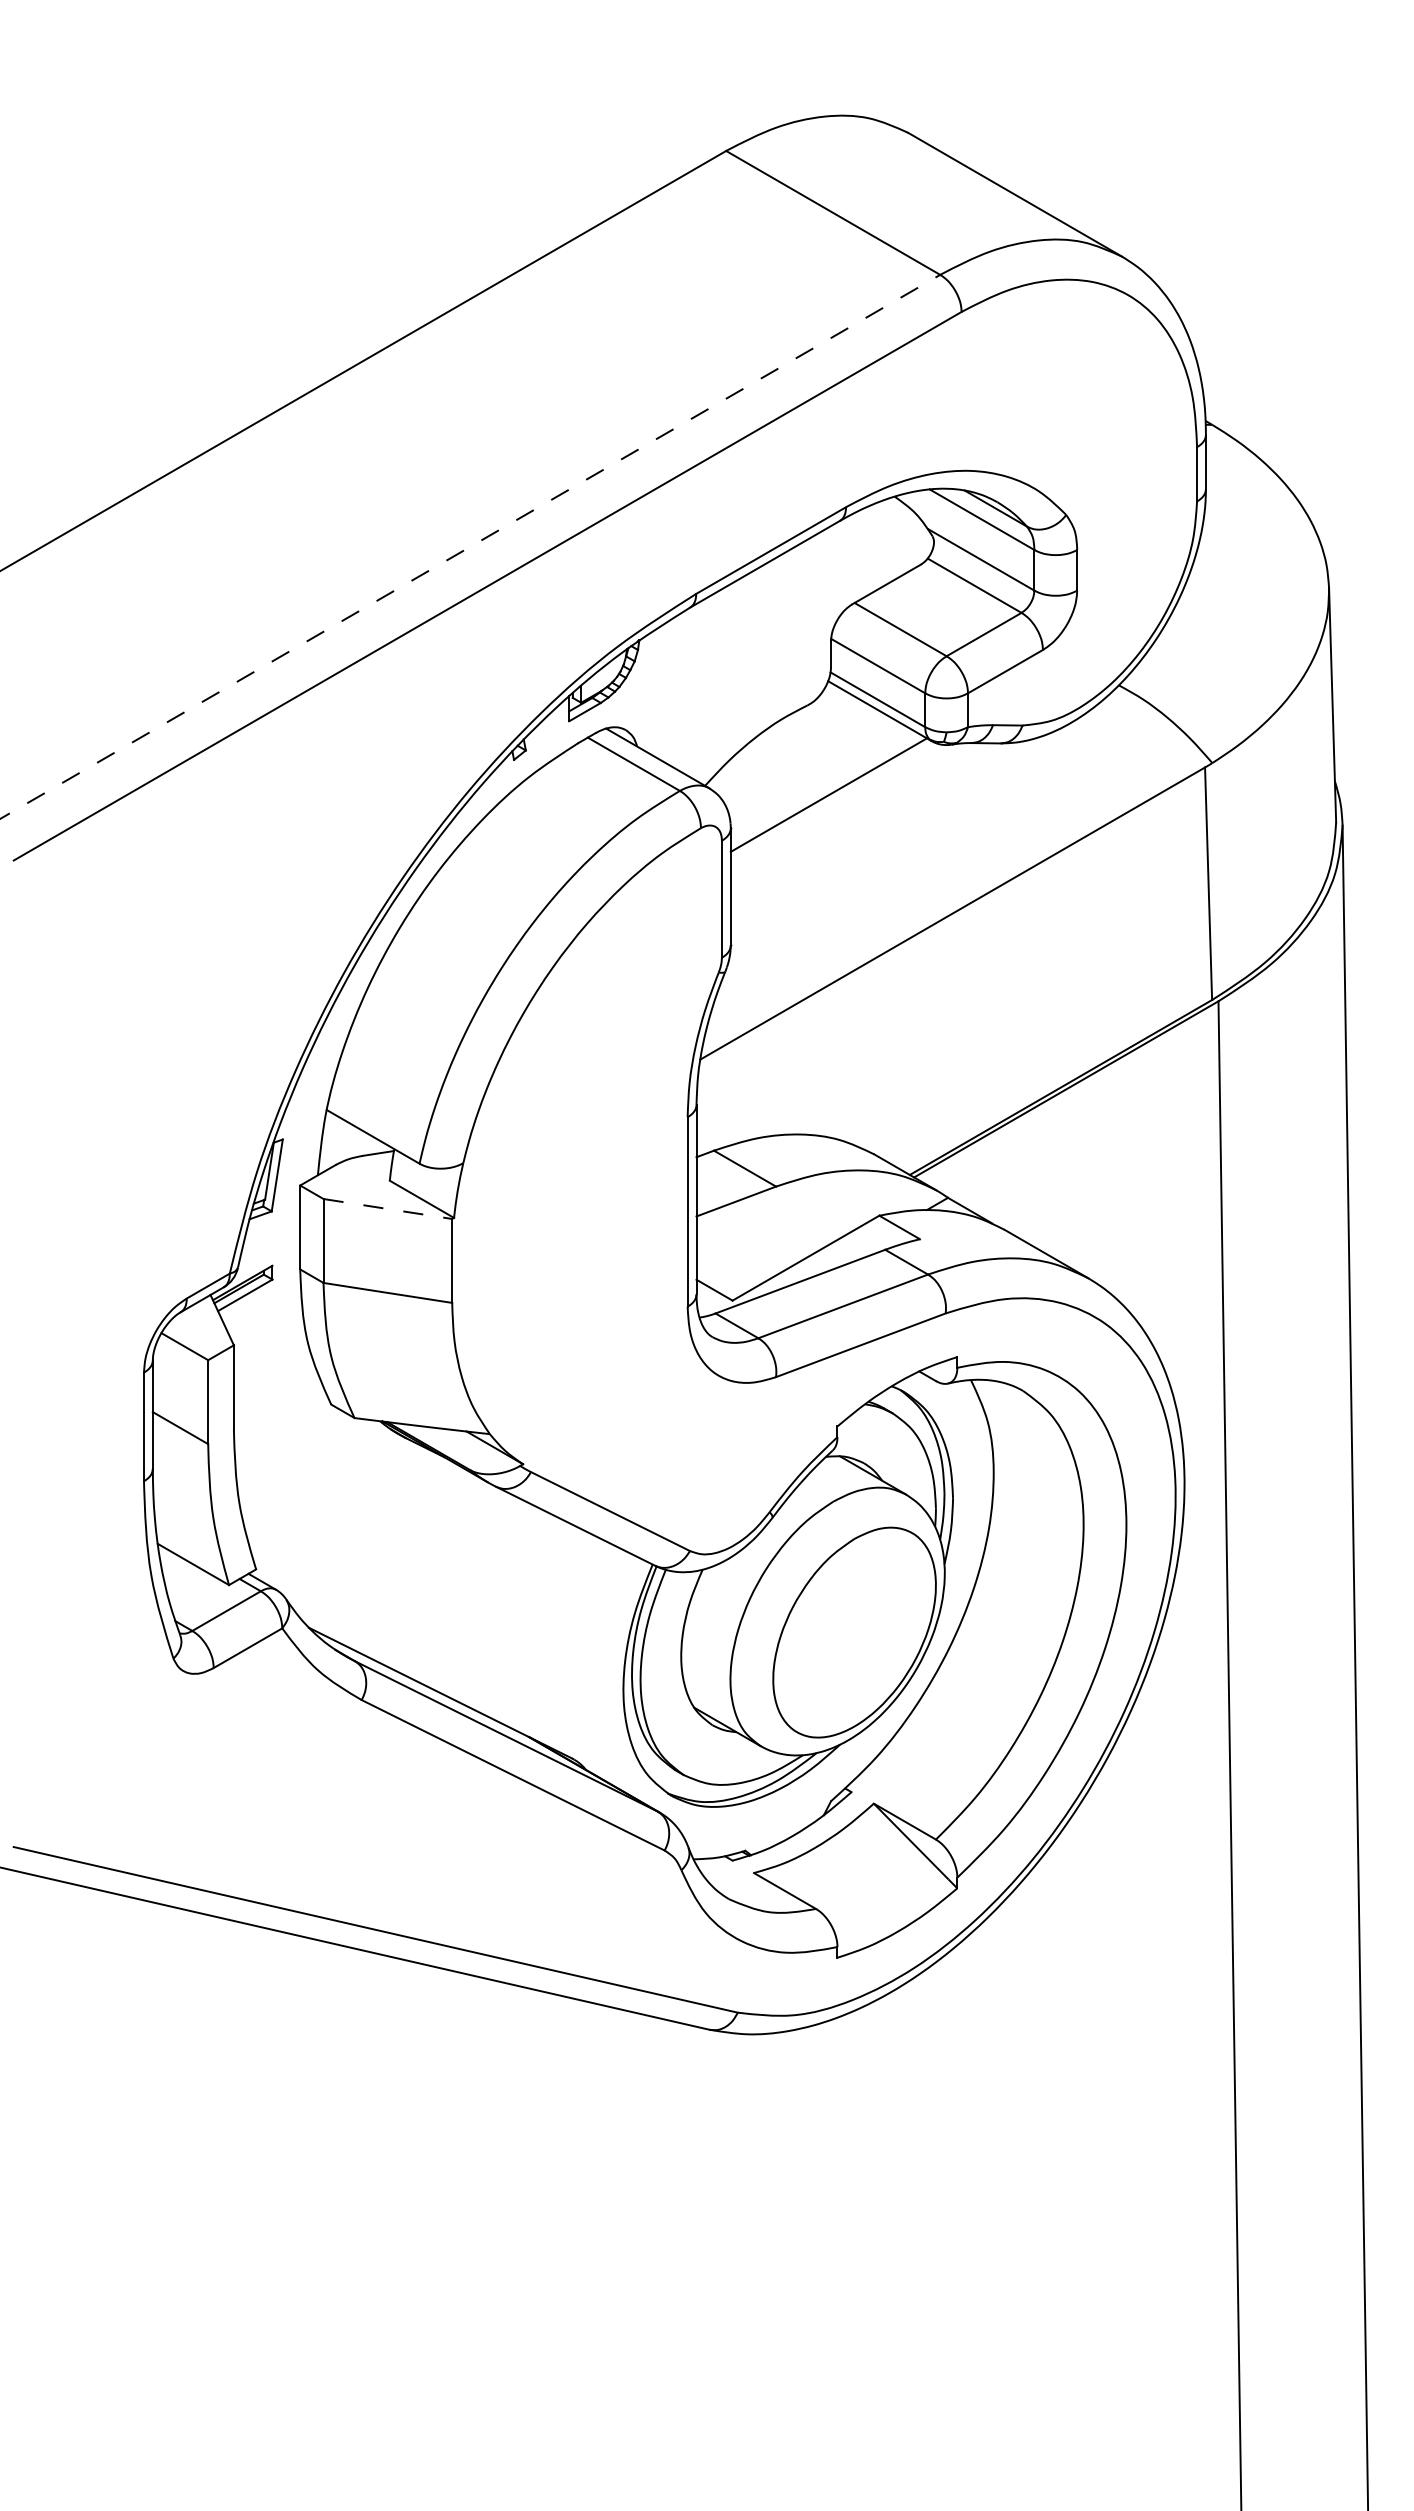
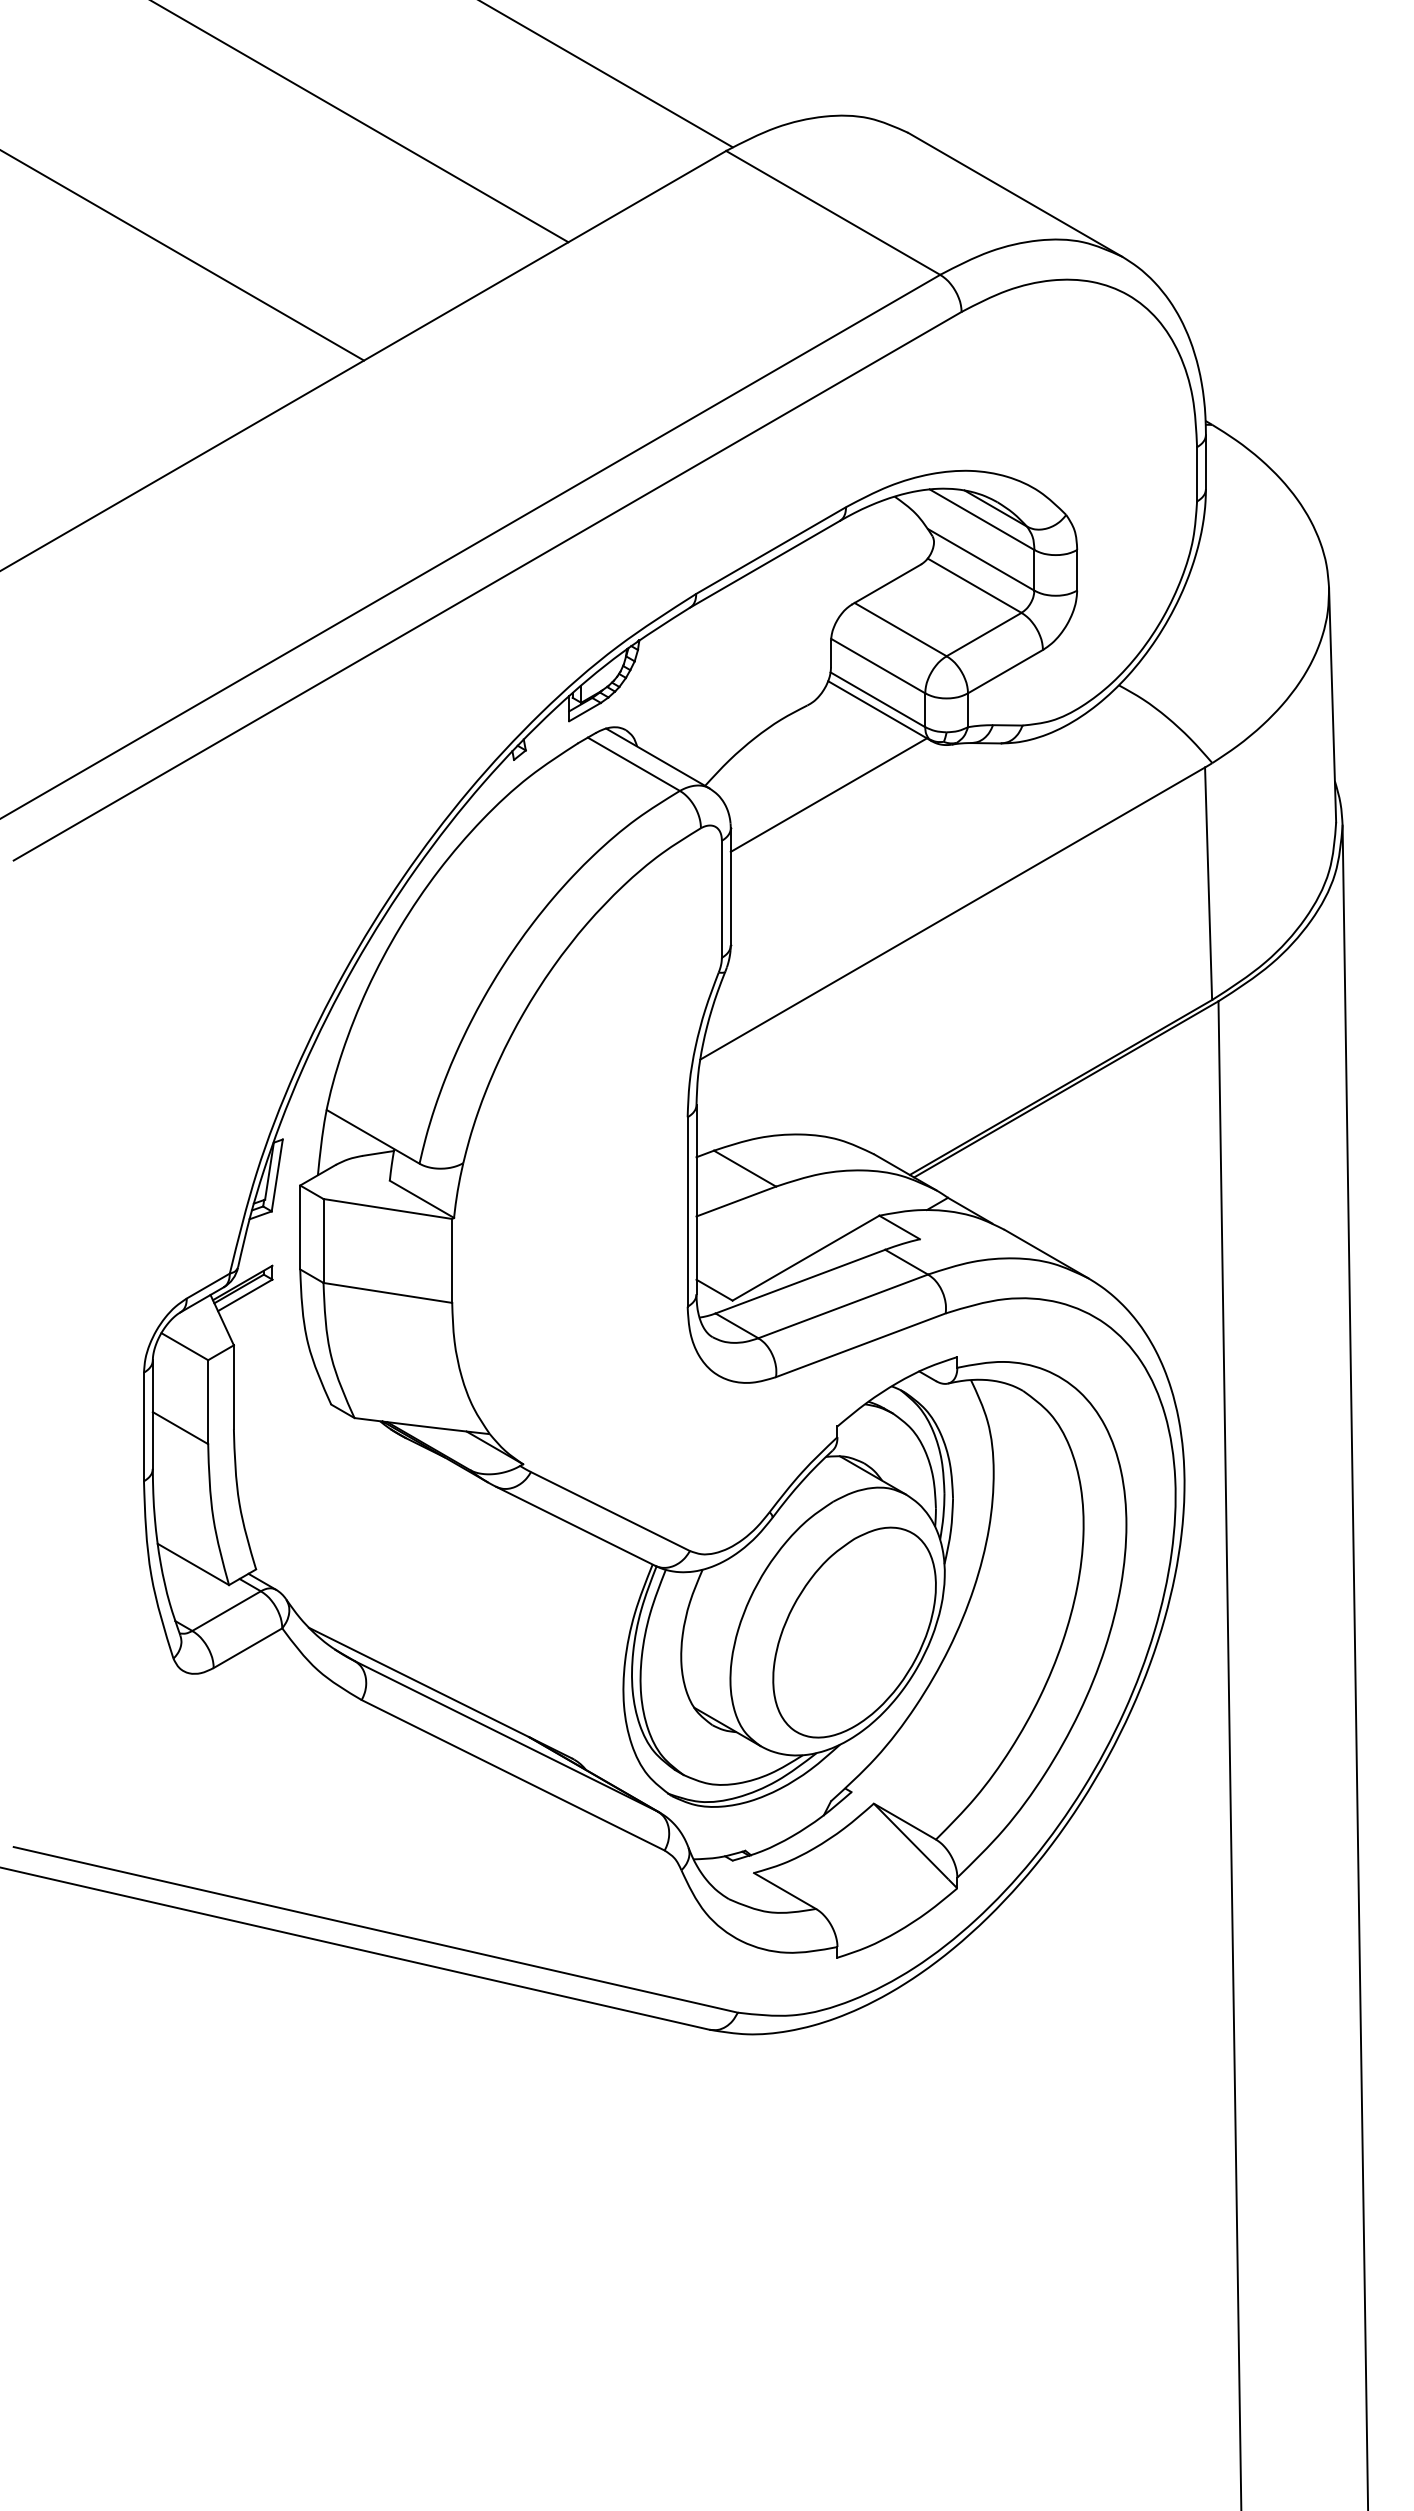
line at (606, 74): none -> present
line at (360, 122): none -> present
line at (183, 255): none -> present
line at (470, 546): dashed -> solid
line at (388, 1209): dashed -> solid
